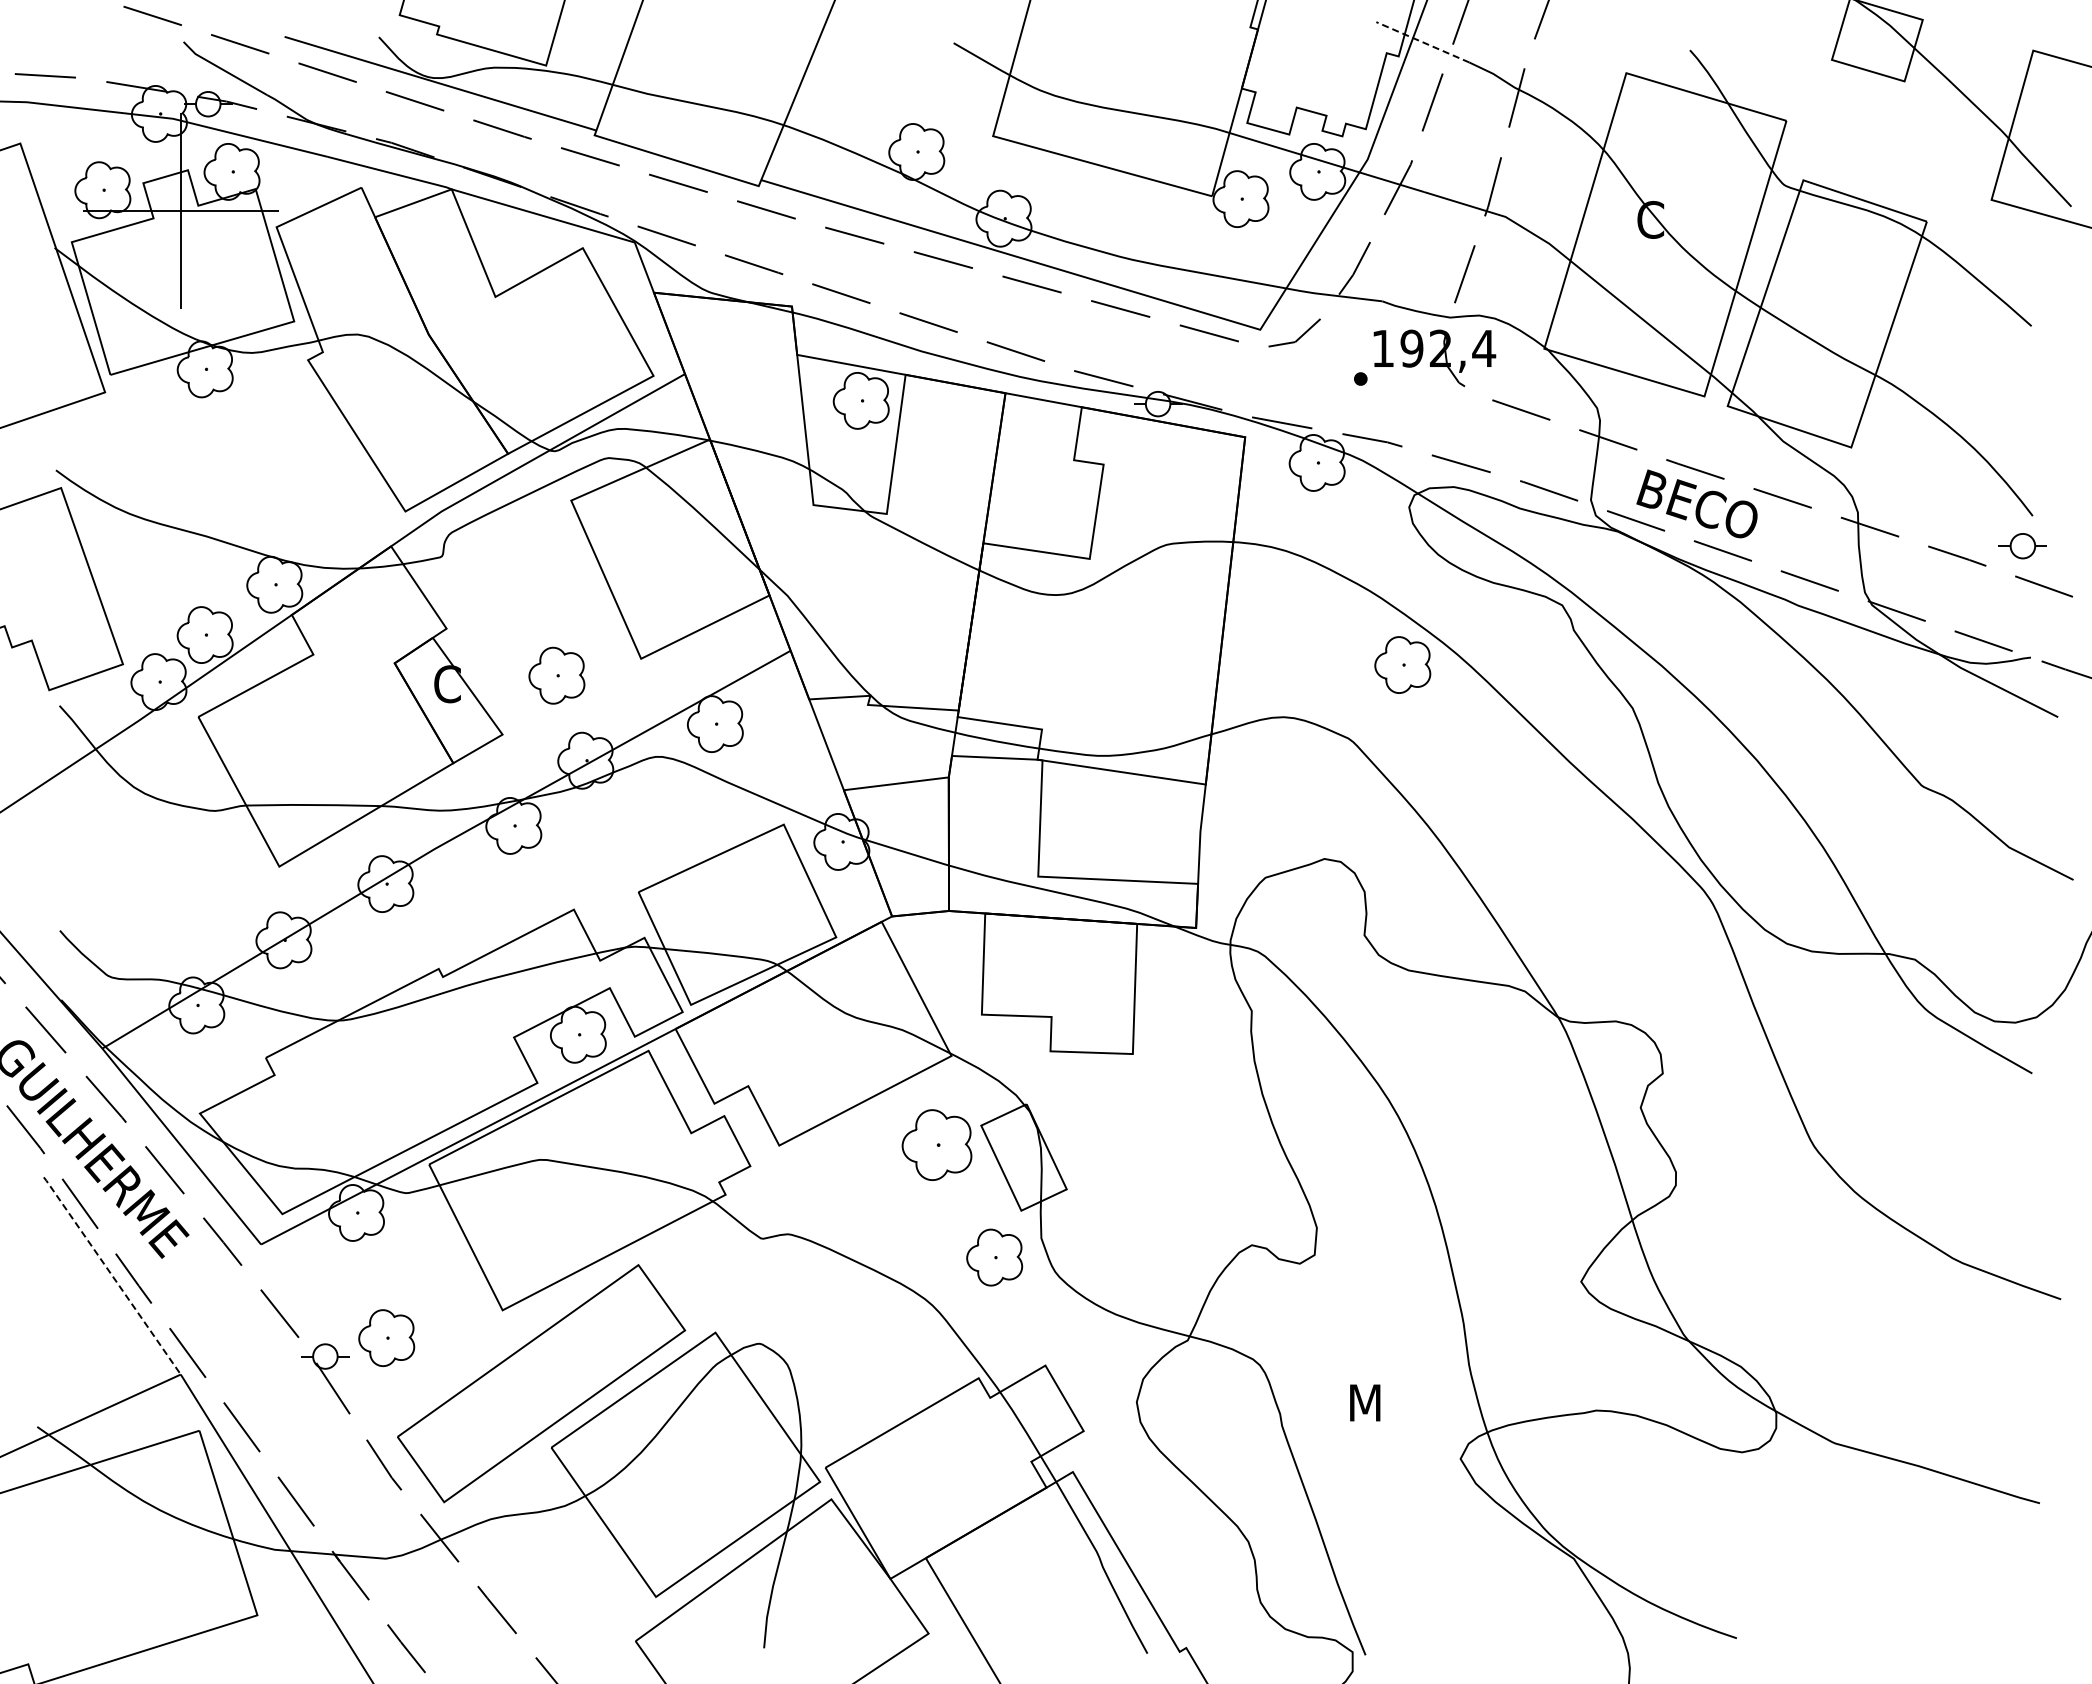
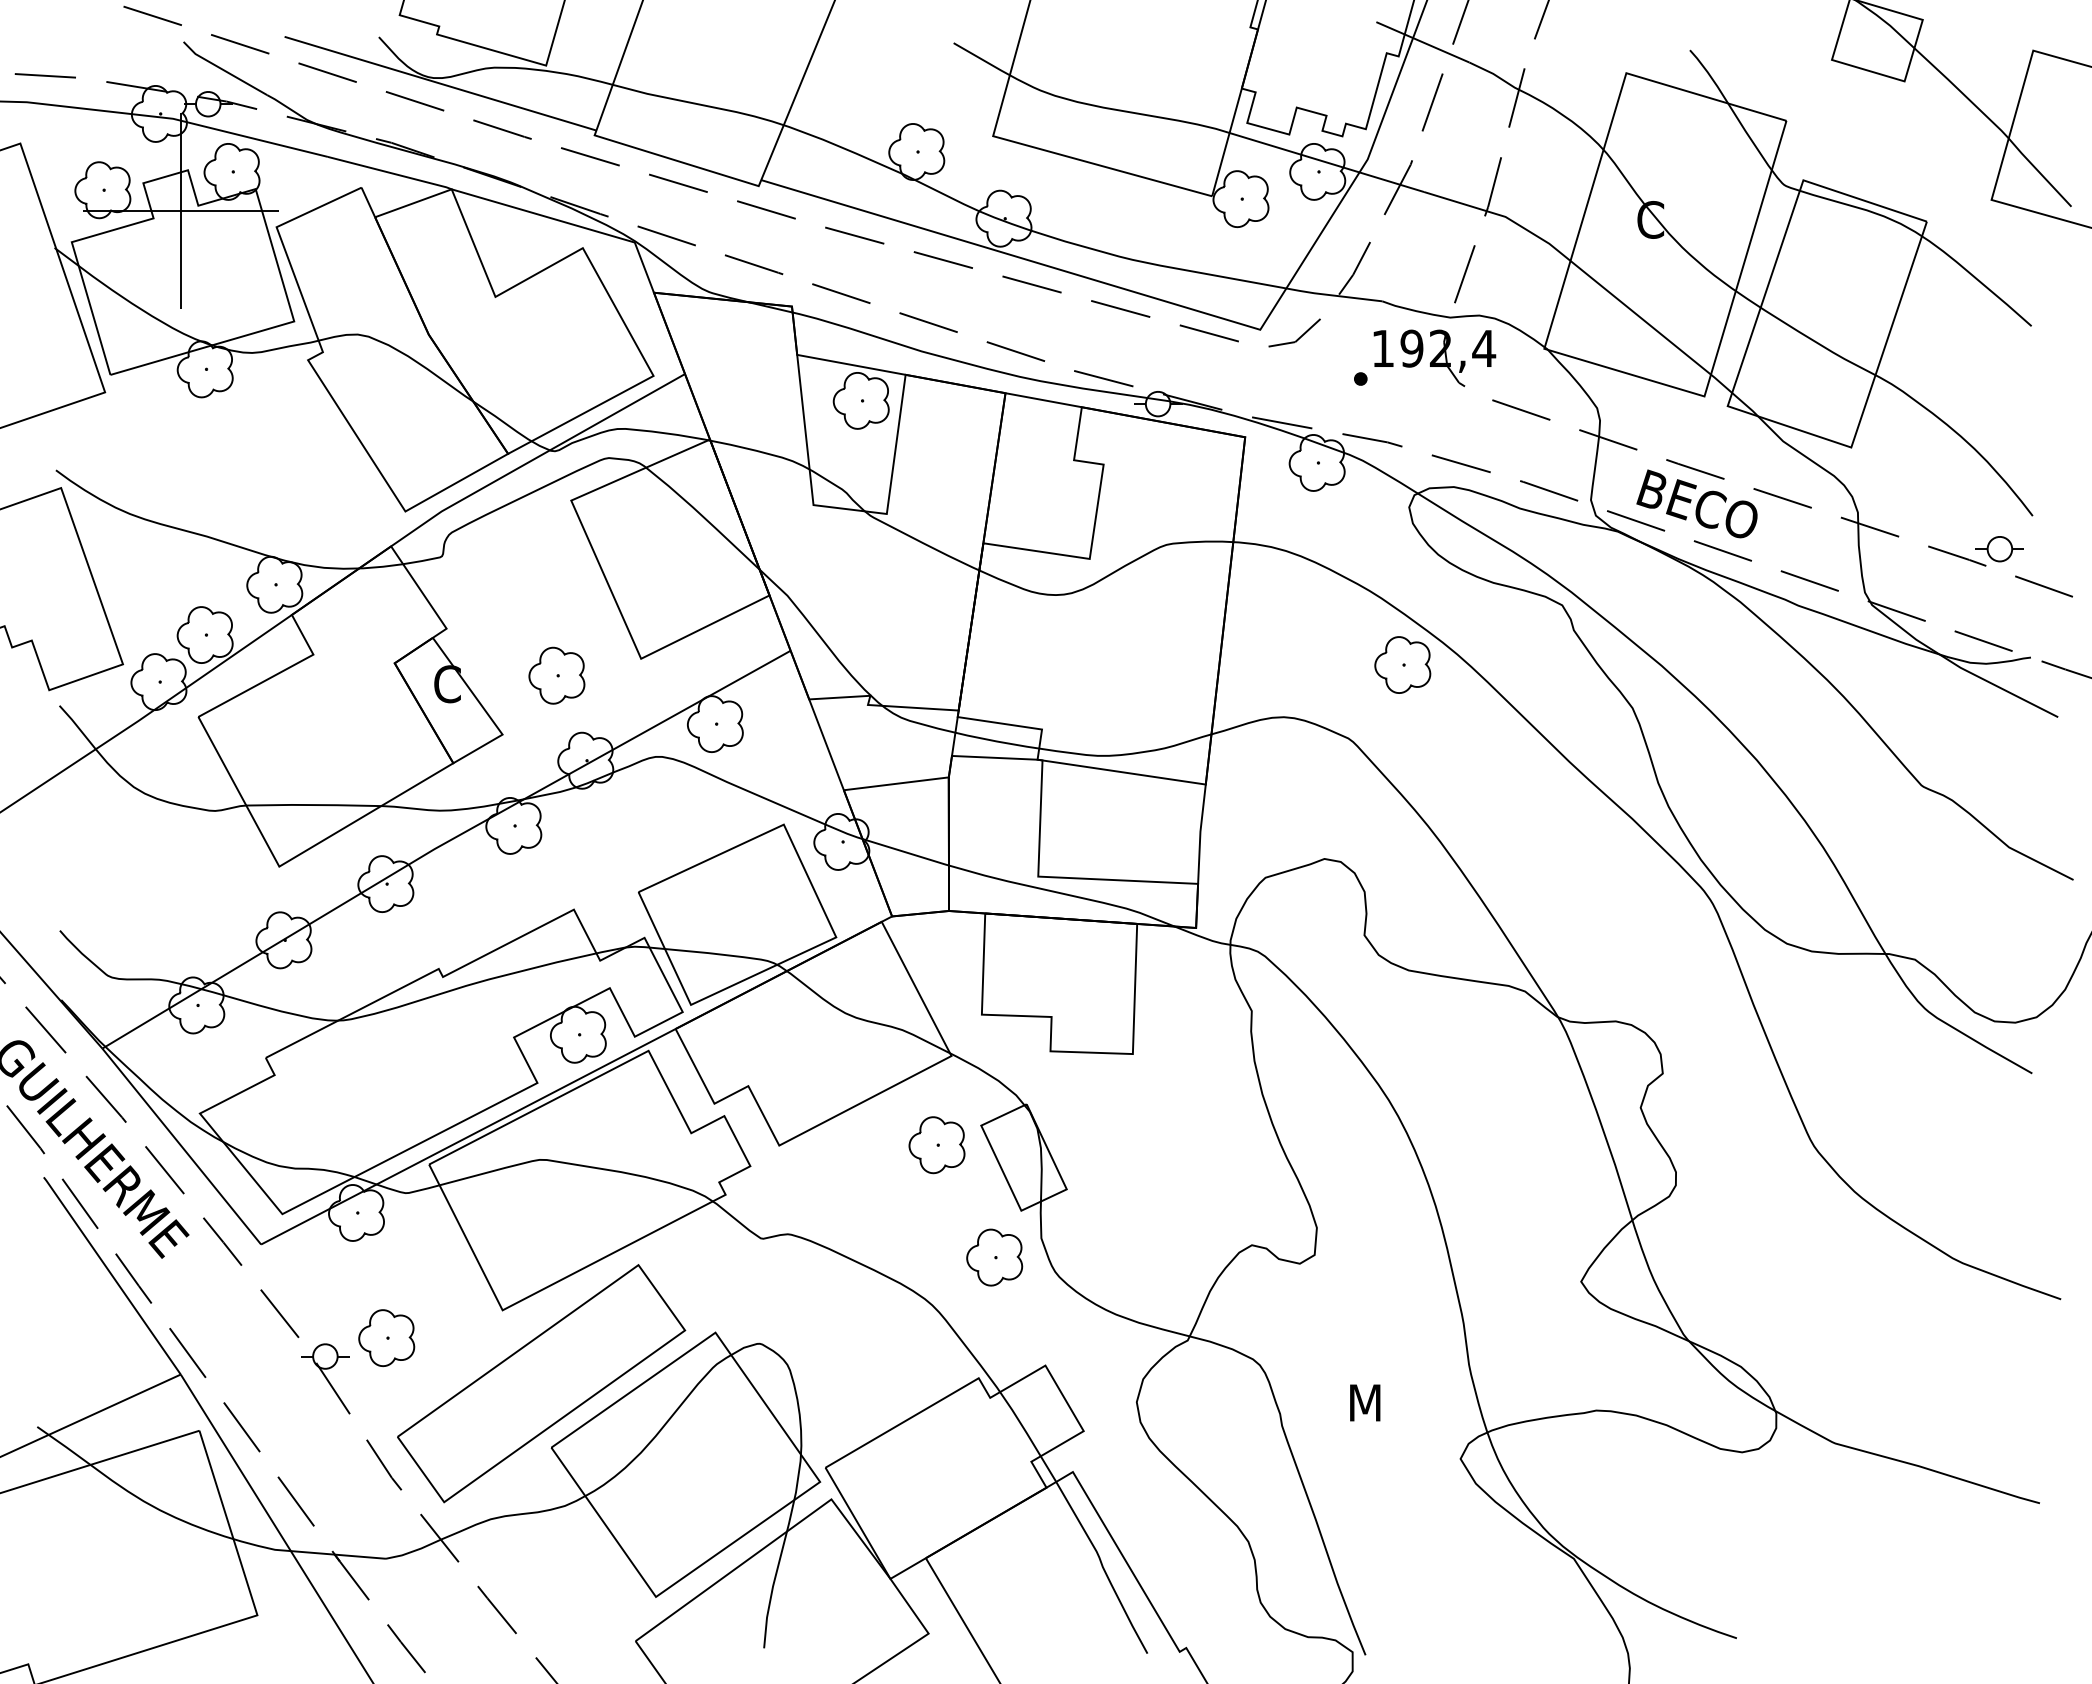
line at (1422, 42): dashed -> solid
part at (2022, 546) position: (2022, 546) -> (1999, 549)
part at (936, 1145) size: 72x73 px -> 58x59 px
line at (111, 1275): dashed -> solid
